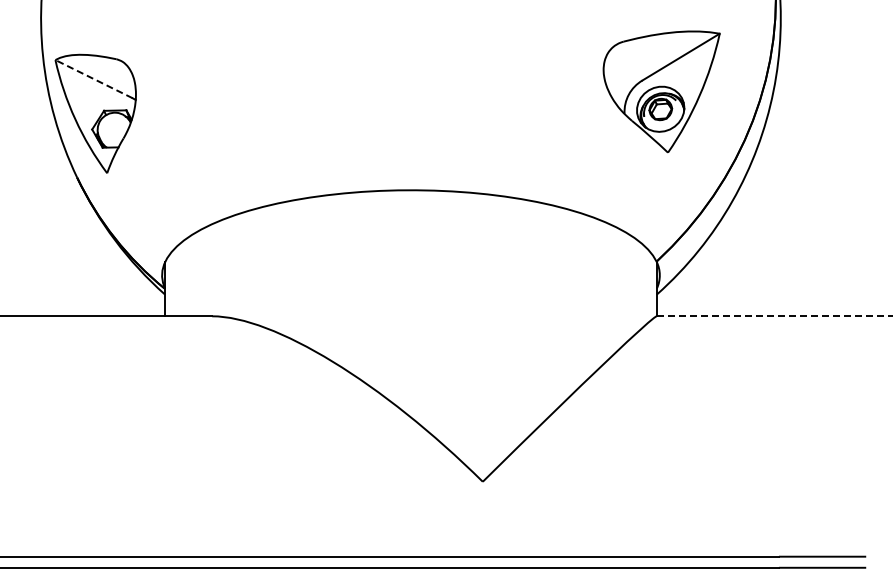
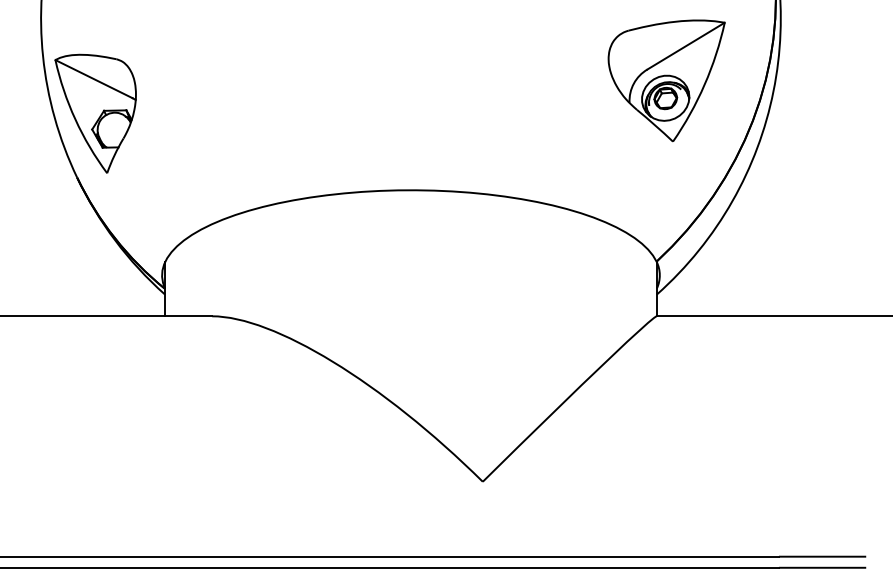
line at (93, 78): dashed -> solid
part at (661, 91) position: (661, 91) -> (666, 80)
line at (774, 316): dashed -> solid
